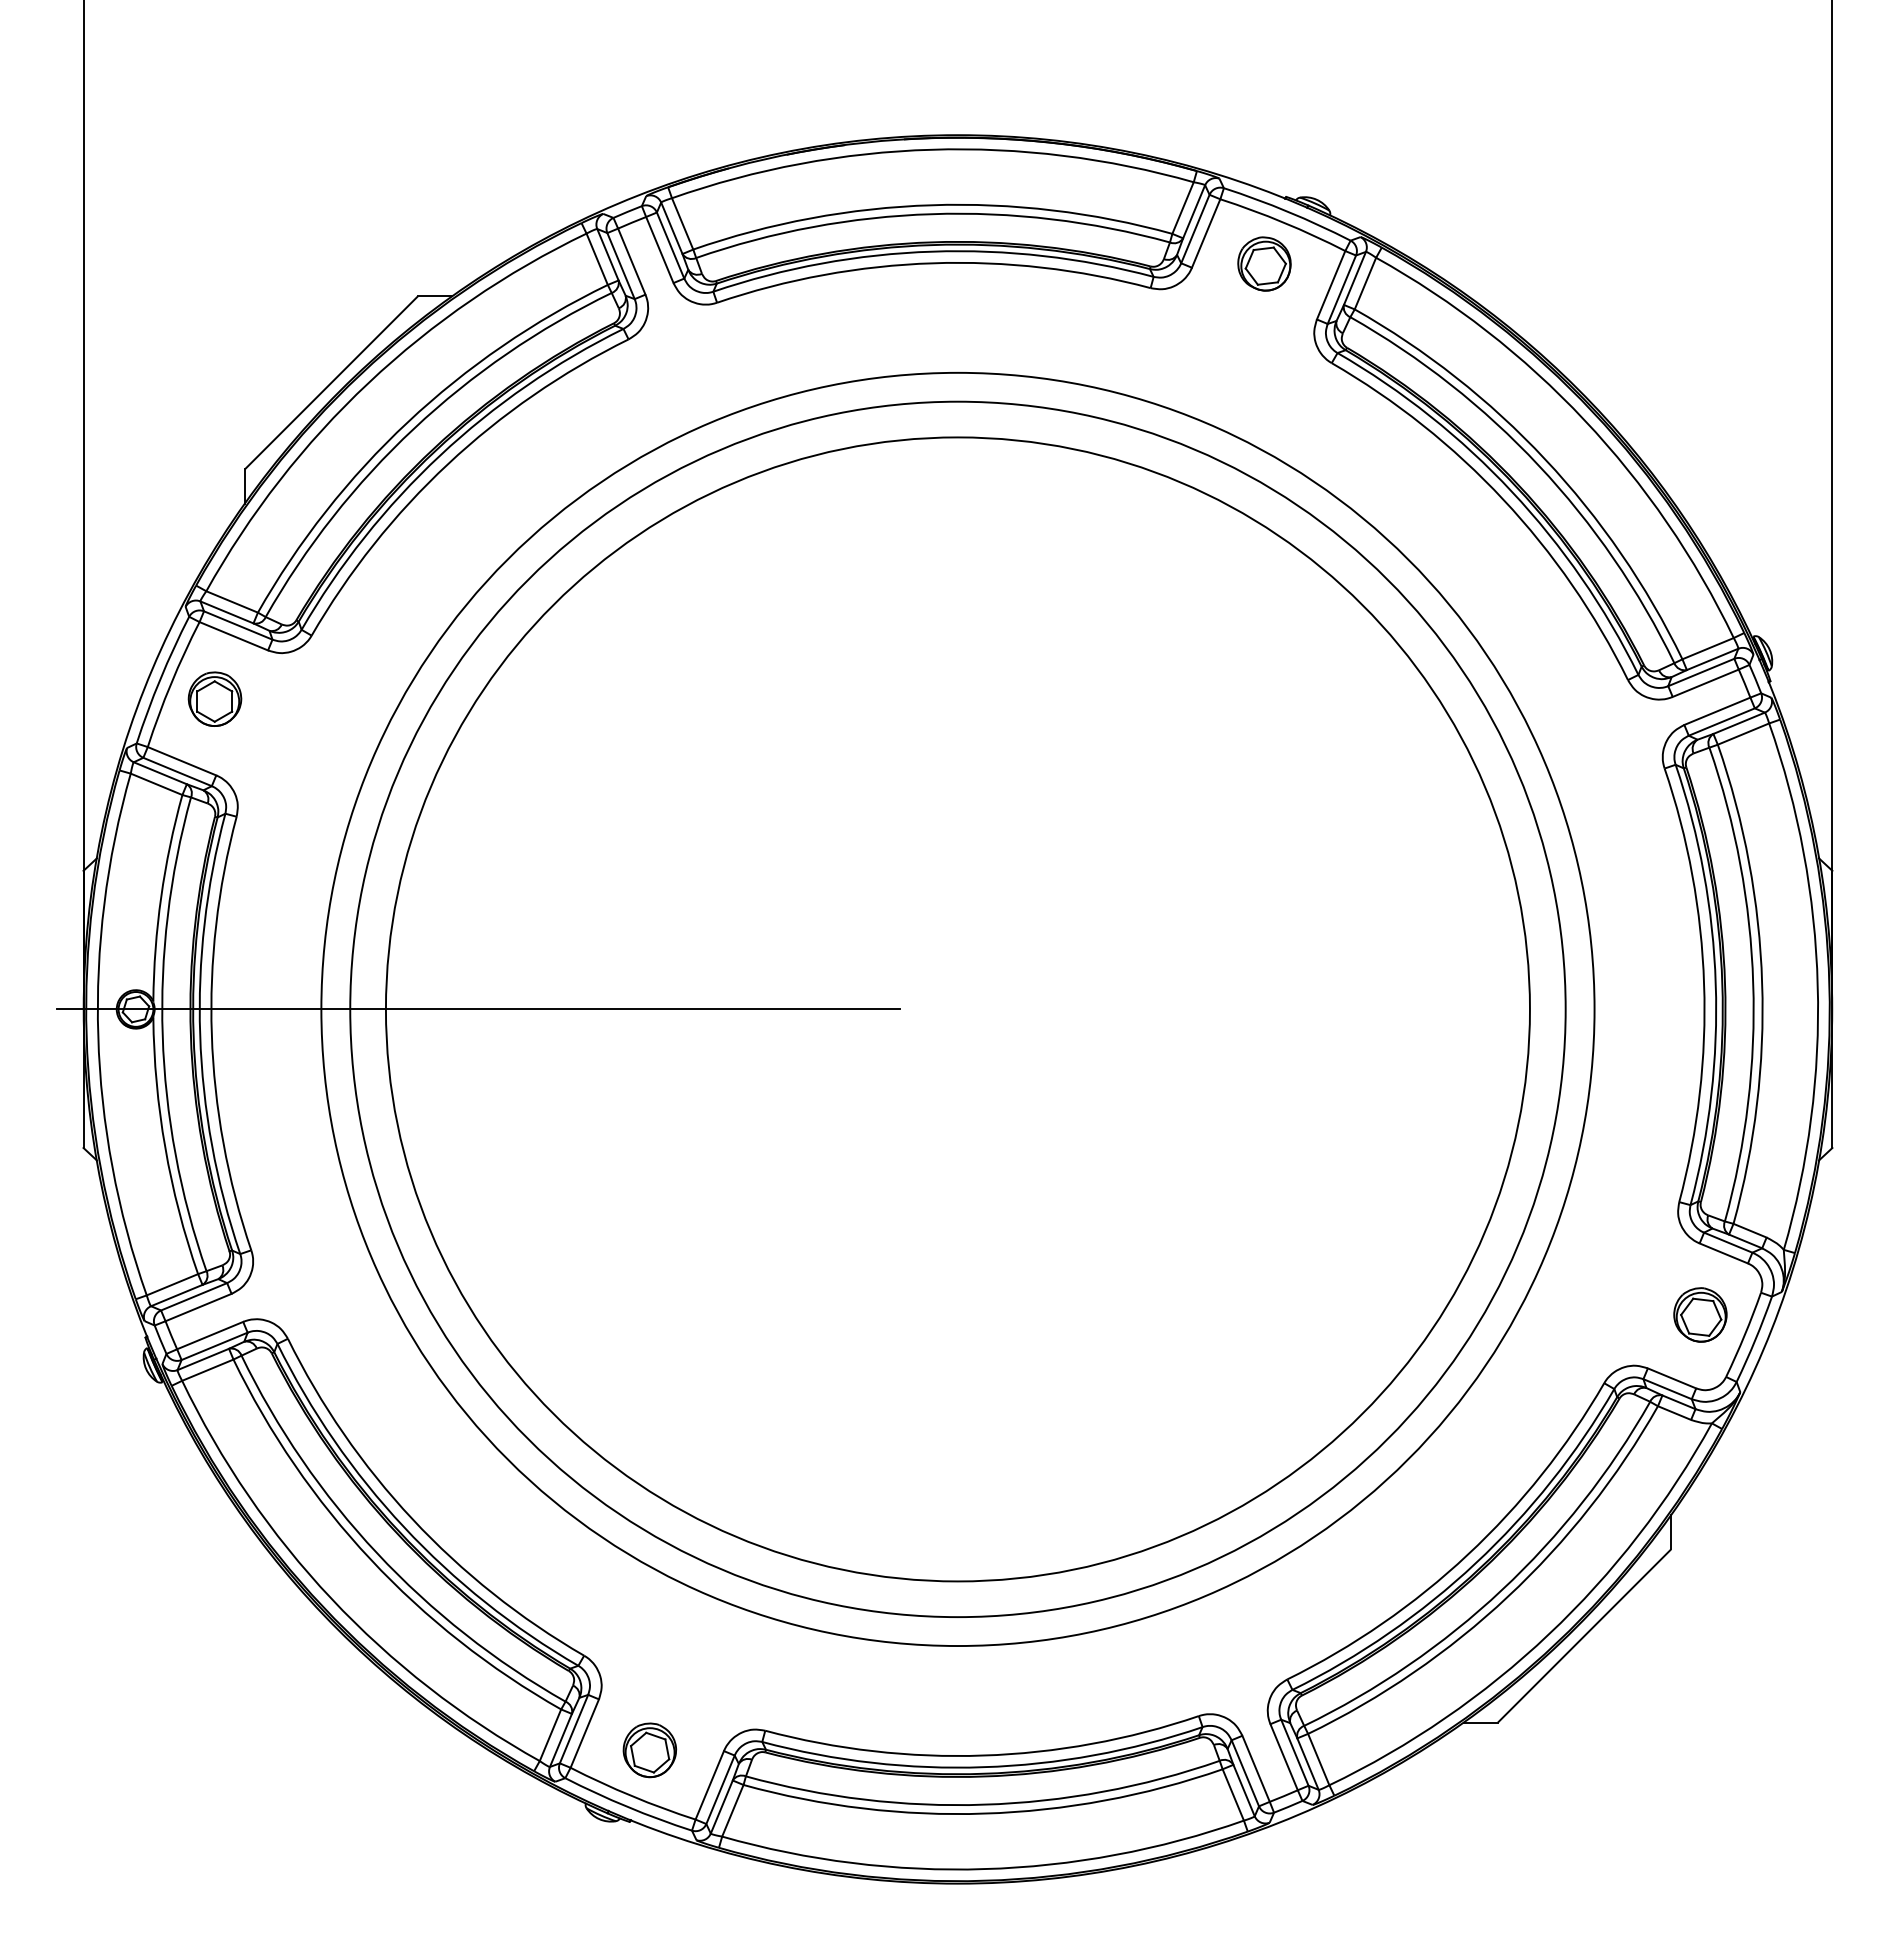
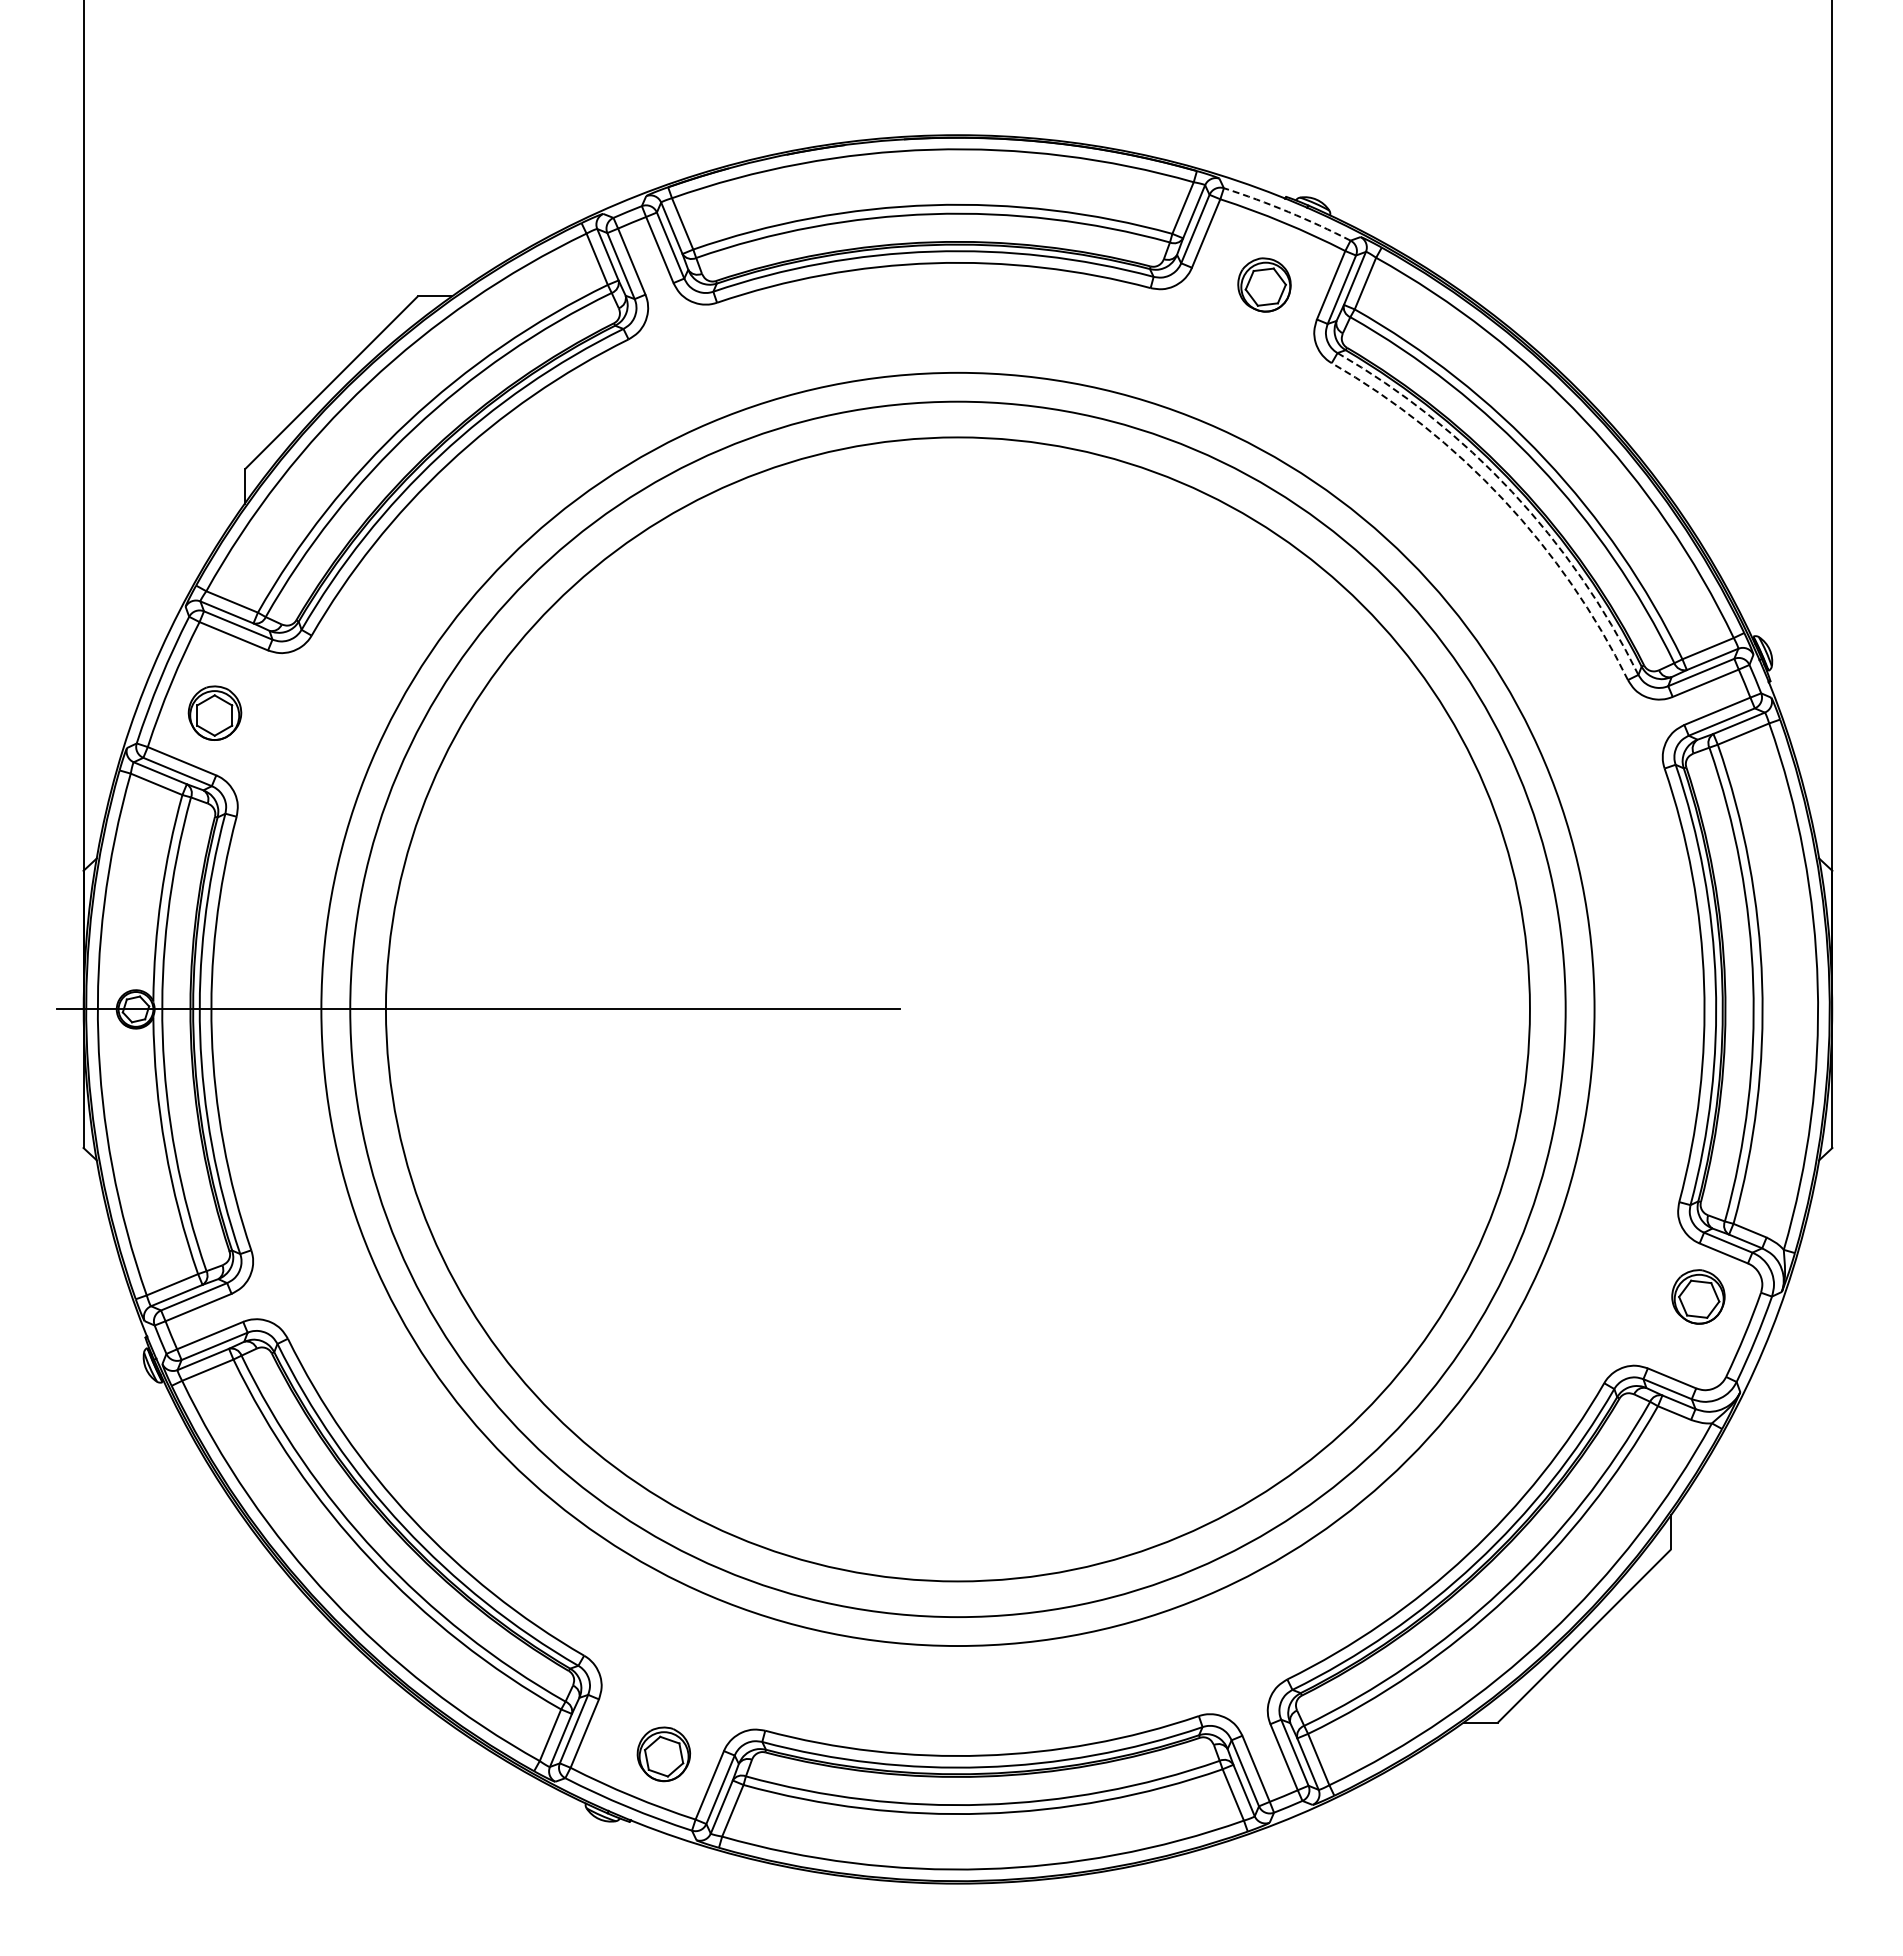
arc at (1288, 211): solid -> dashed
part at (1264, 263) position: (1264, 263) -> (1264, 284)
arc at (1511, 491): solid -> dashed
arc at (1503, 499): solid -> dashed
part at (214, 698) position: (214, 698) -> (214, 712)
part at (1700, 1314) position: (1700, 1314) -> (1698, 1296)
part at (649, 1750) position: (649, 1750) -> (663, 1754)
